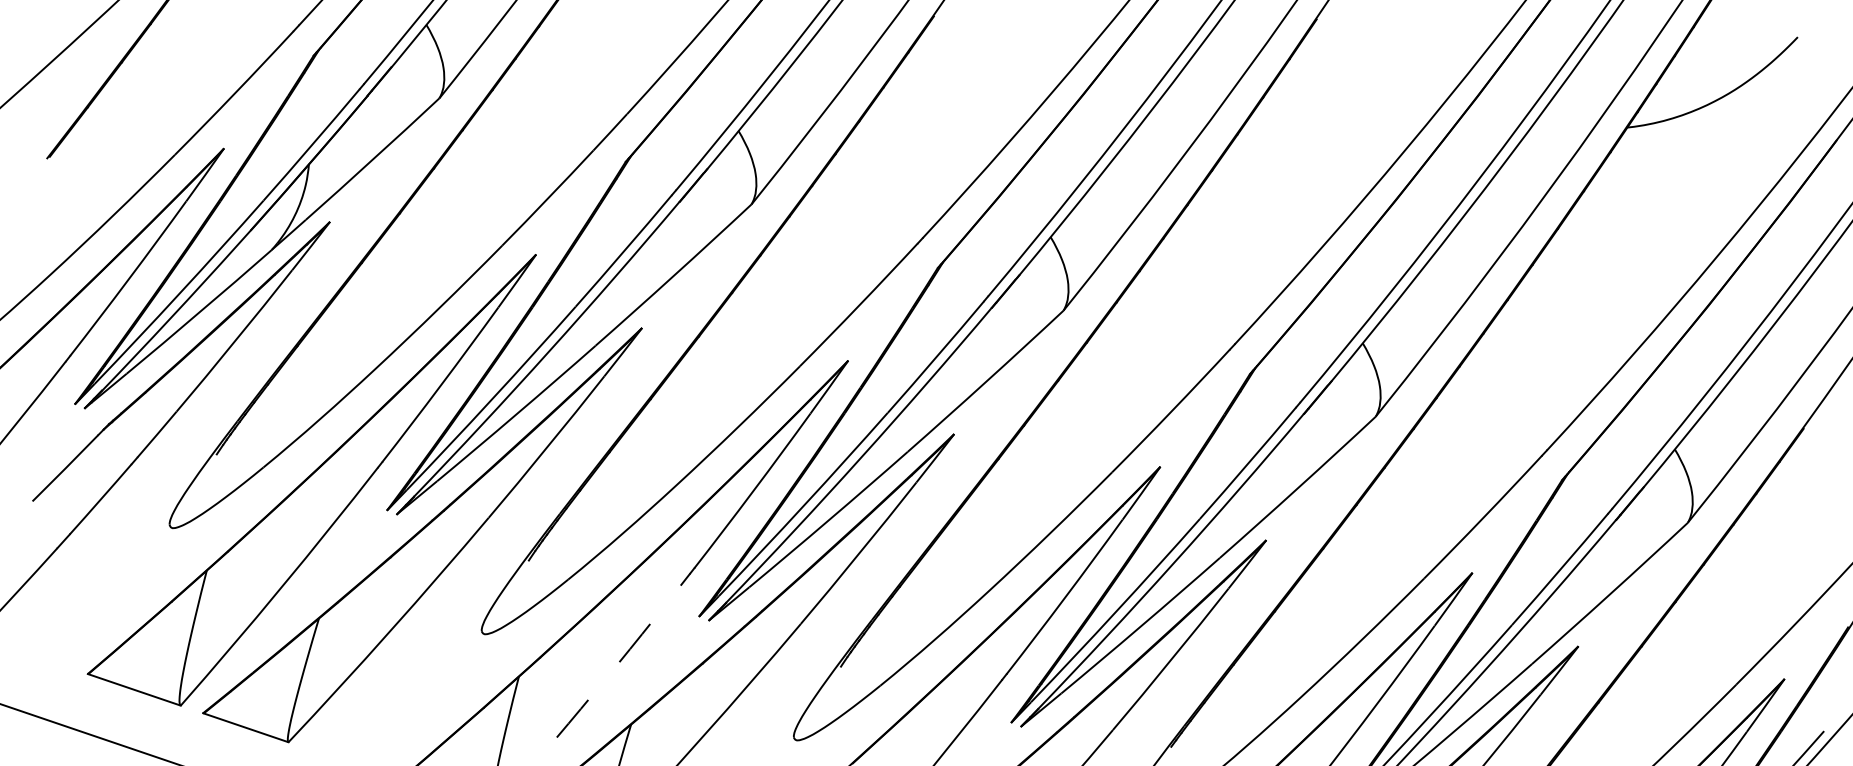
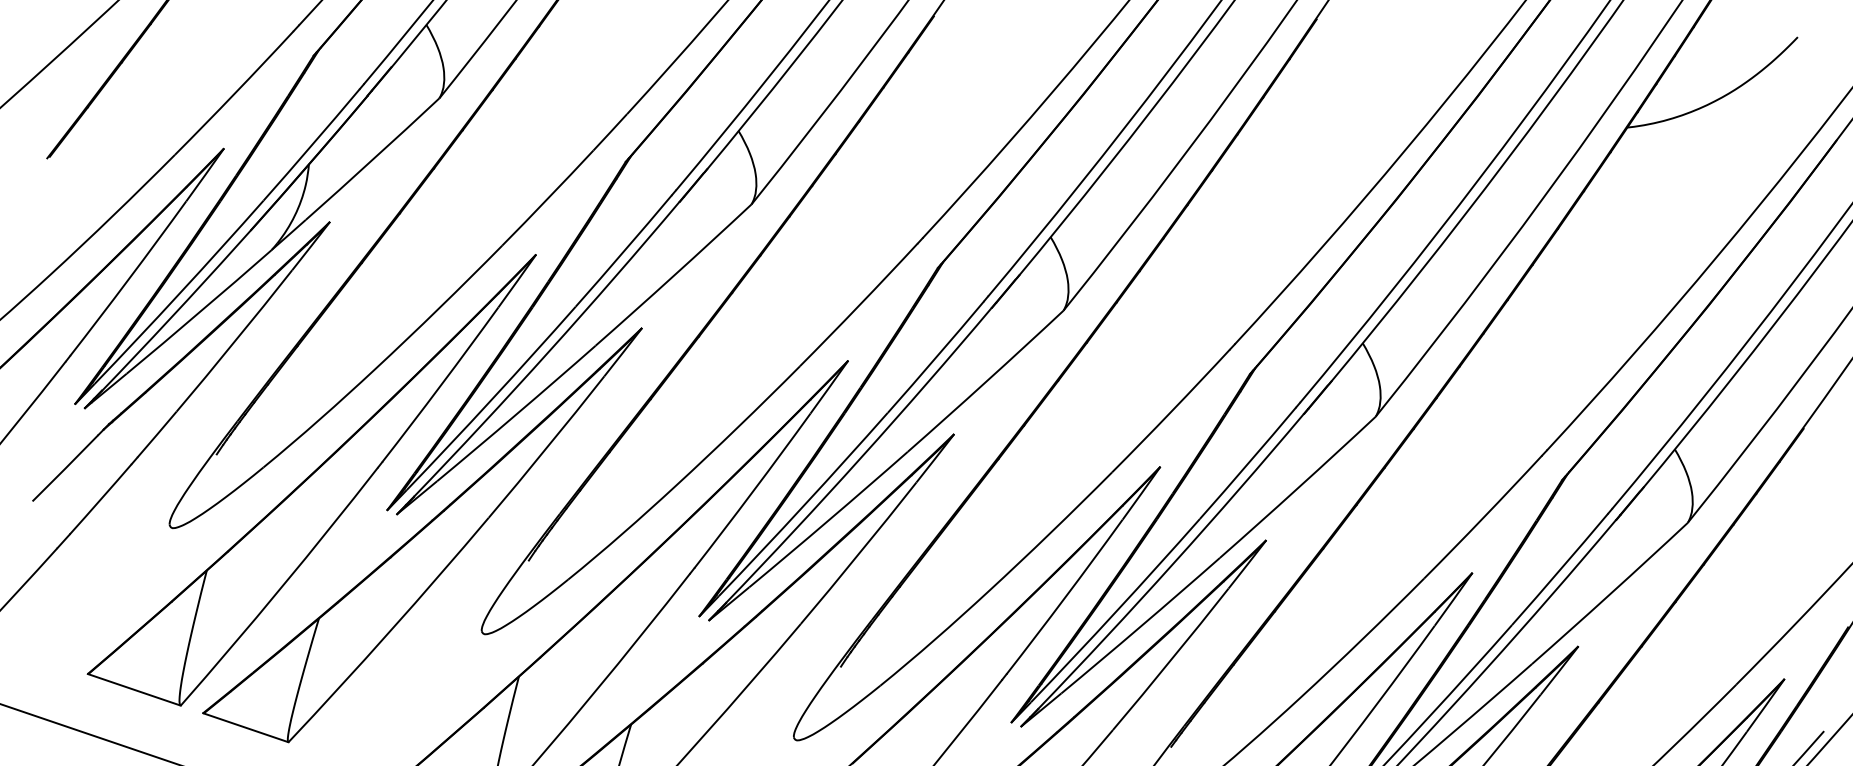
arc at (612, 670): dashed -> solid
